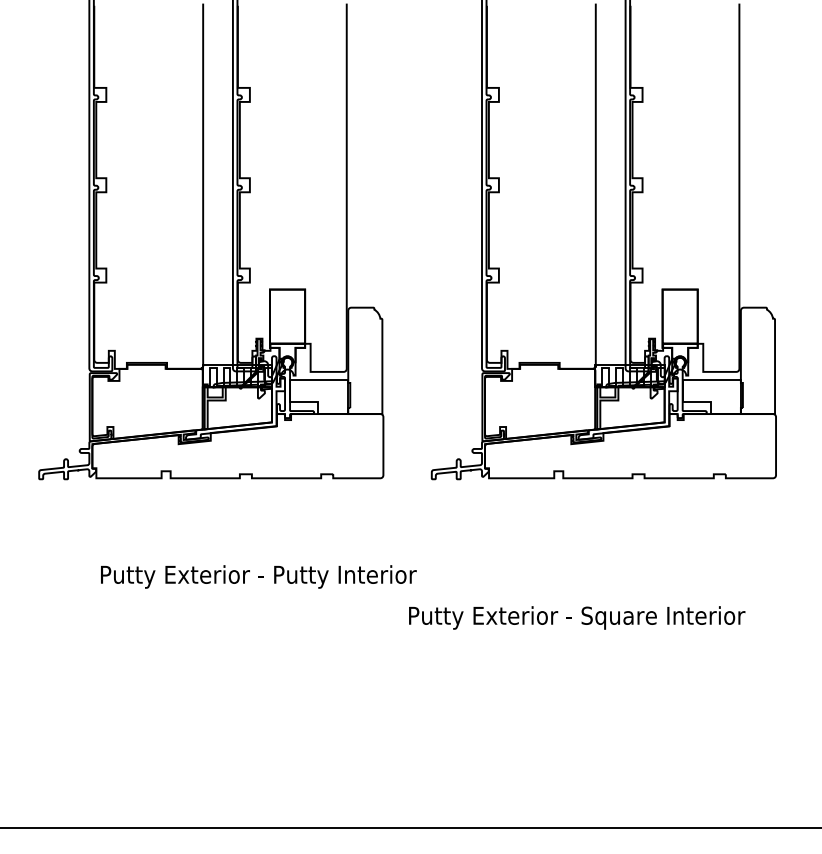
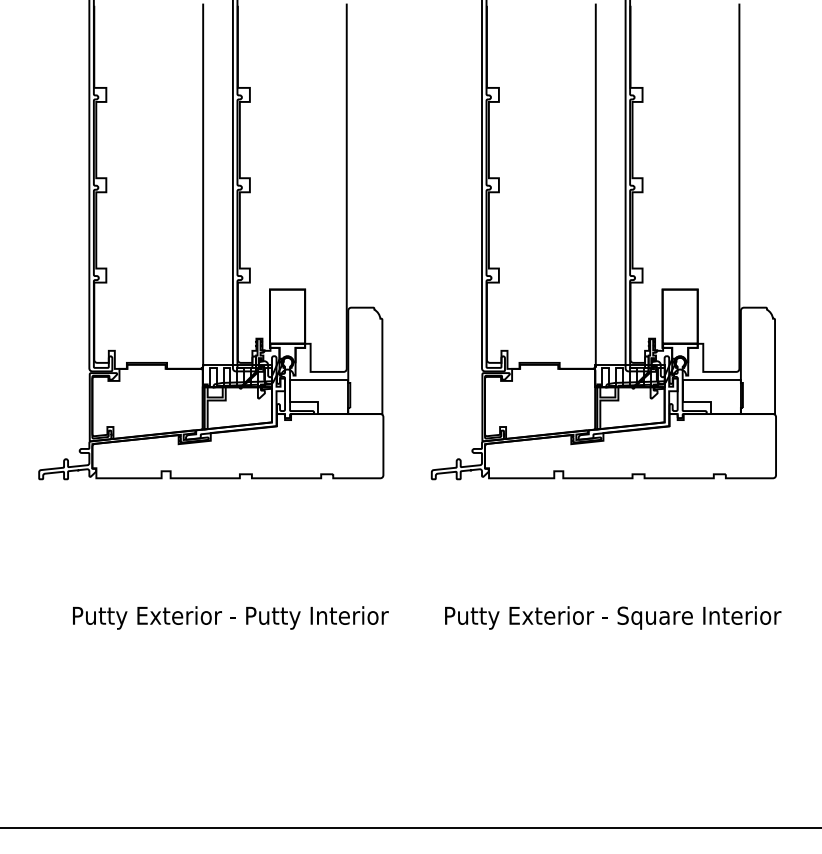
text at (258, 576) position: (258, 576) -> (230, 617)
text at (577, 617) position: (577, 617) -> (613, 617)
